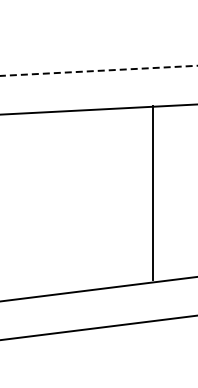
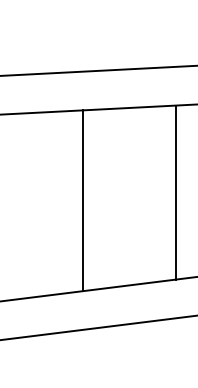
line at (98, 70): dashed -> solid
line at (153, 192) position: (153, 192) -> (176, 192)
line at (82, 200): none -> present
